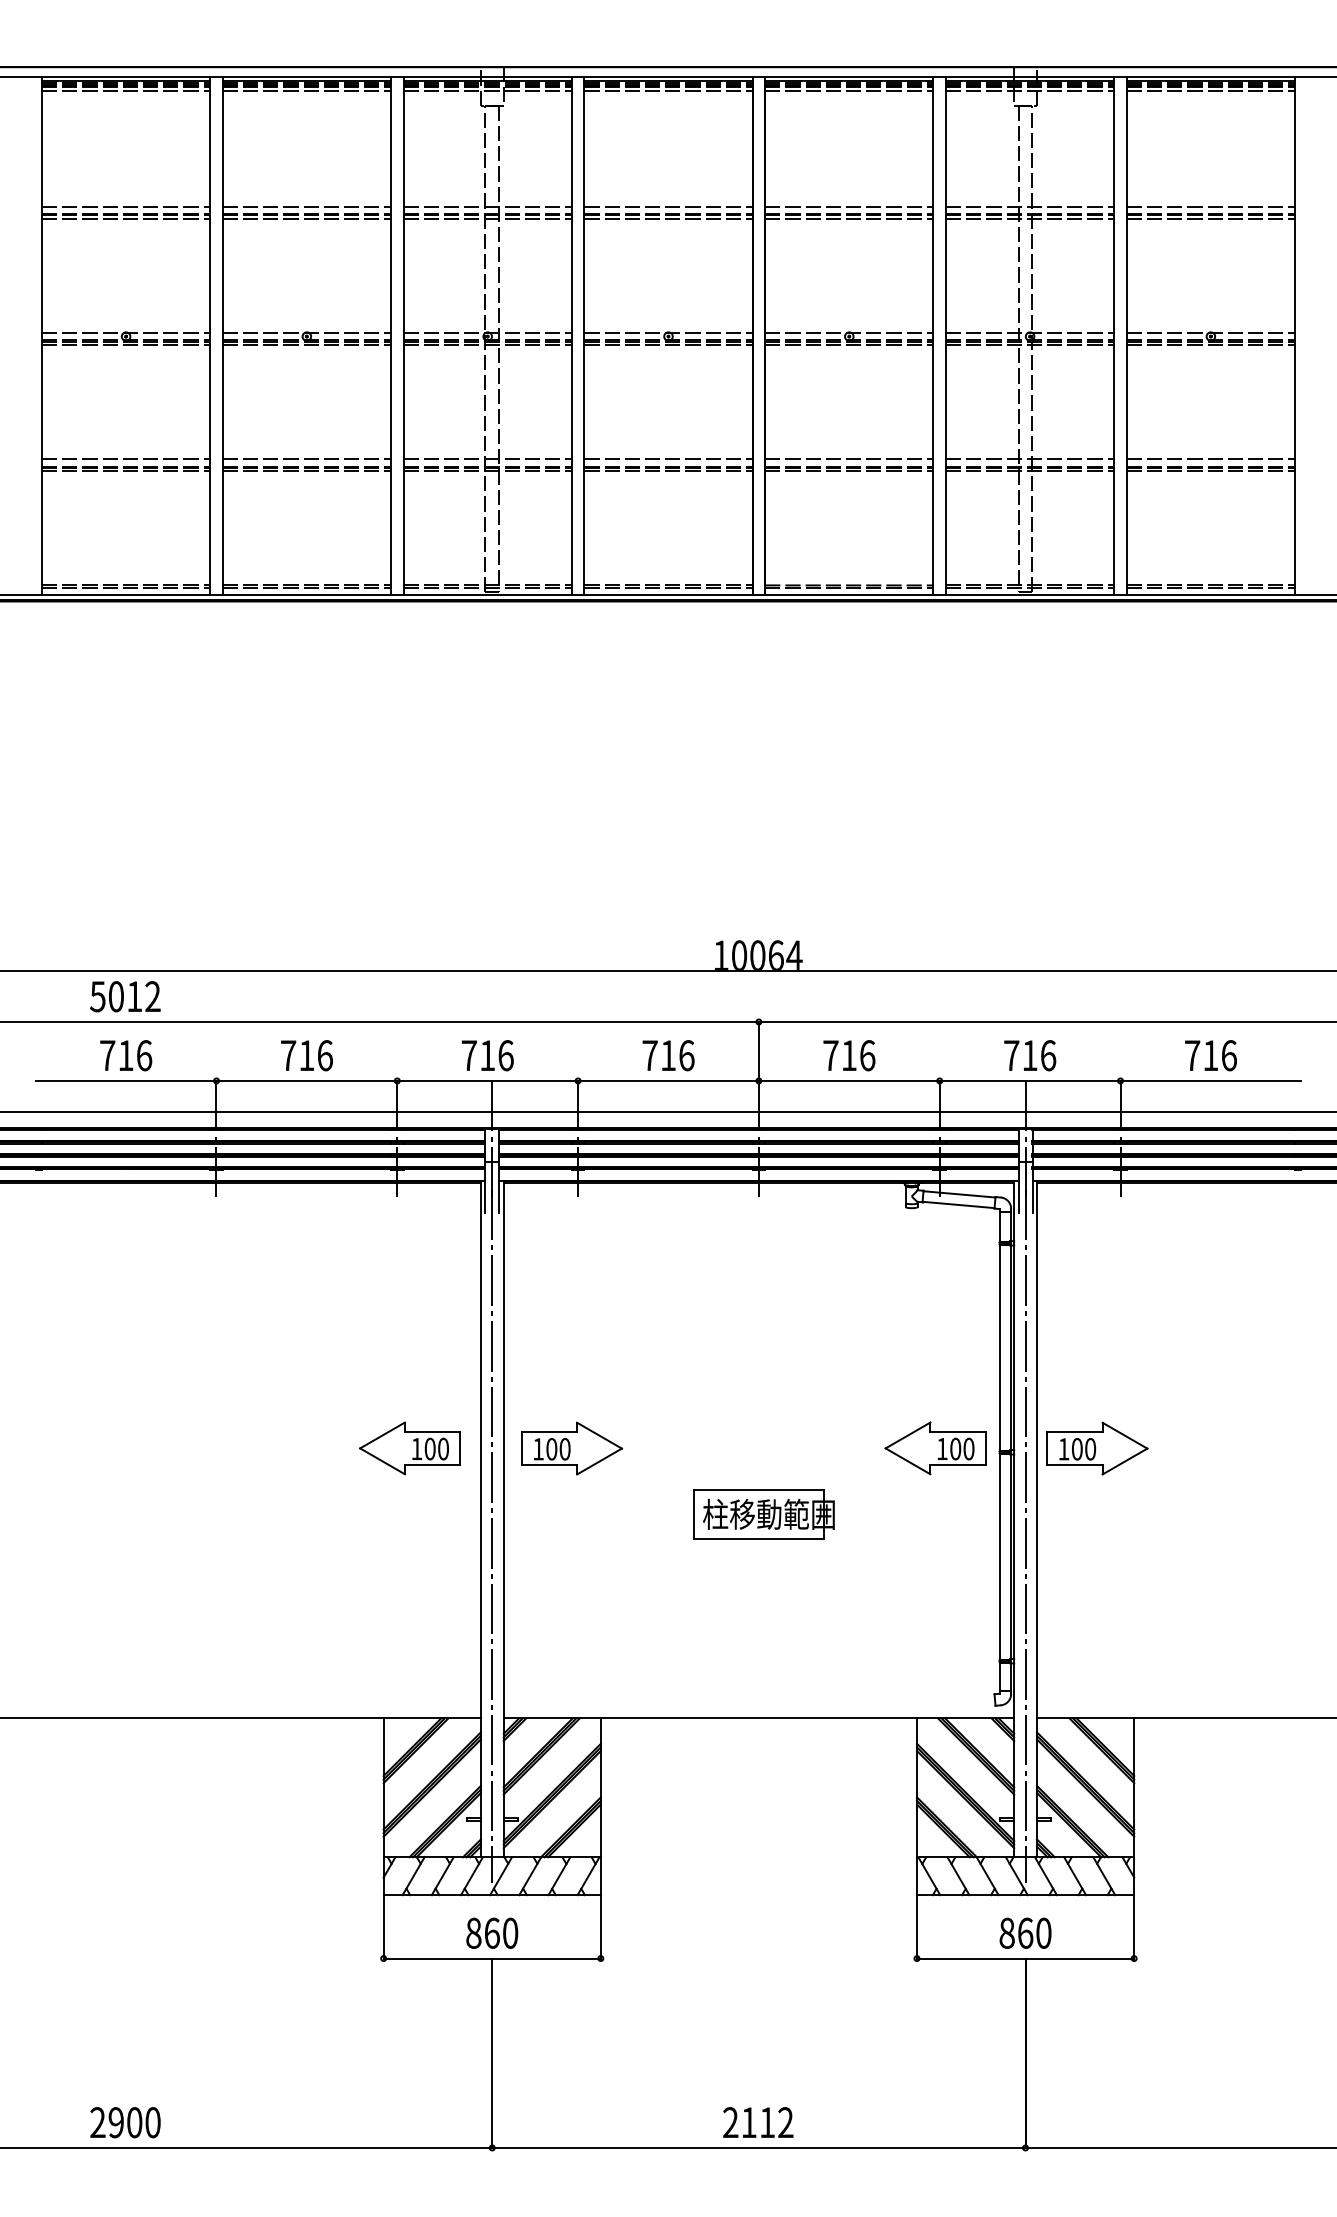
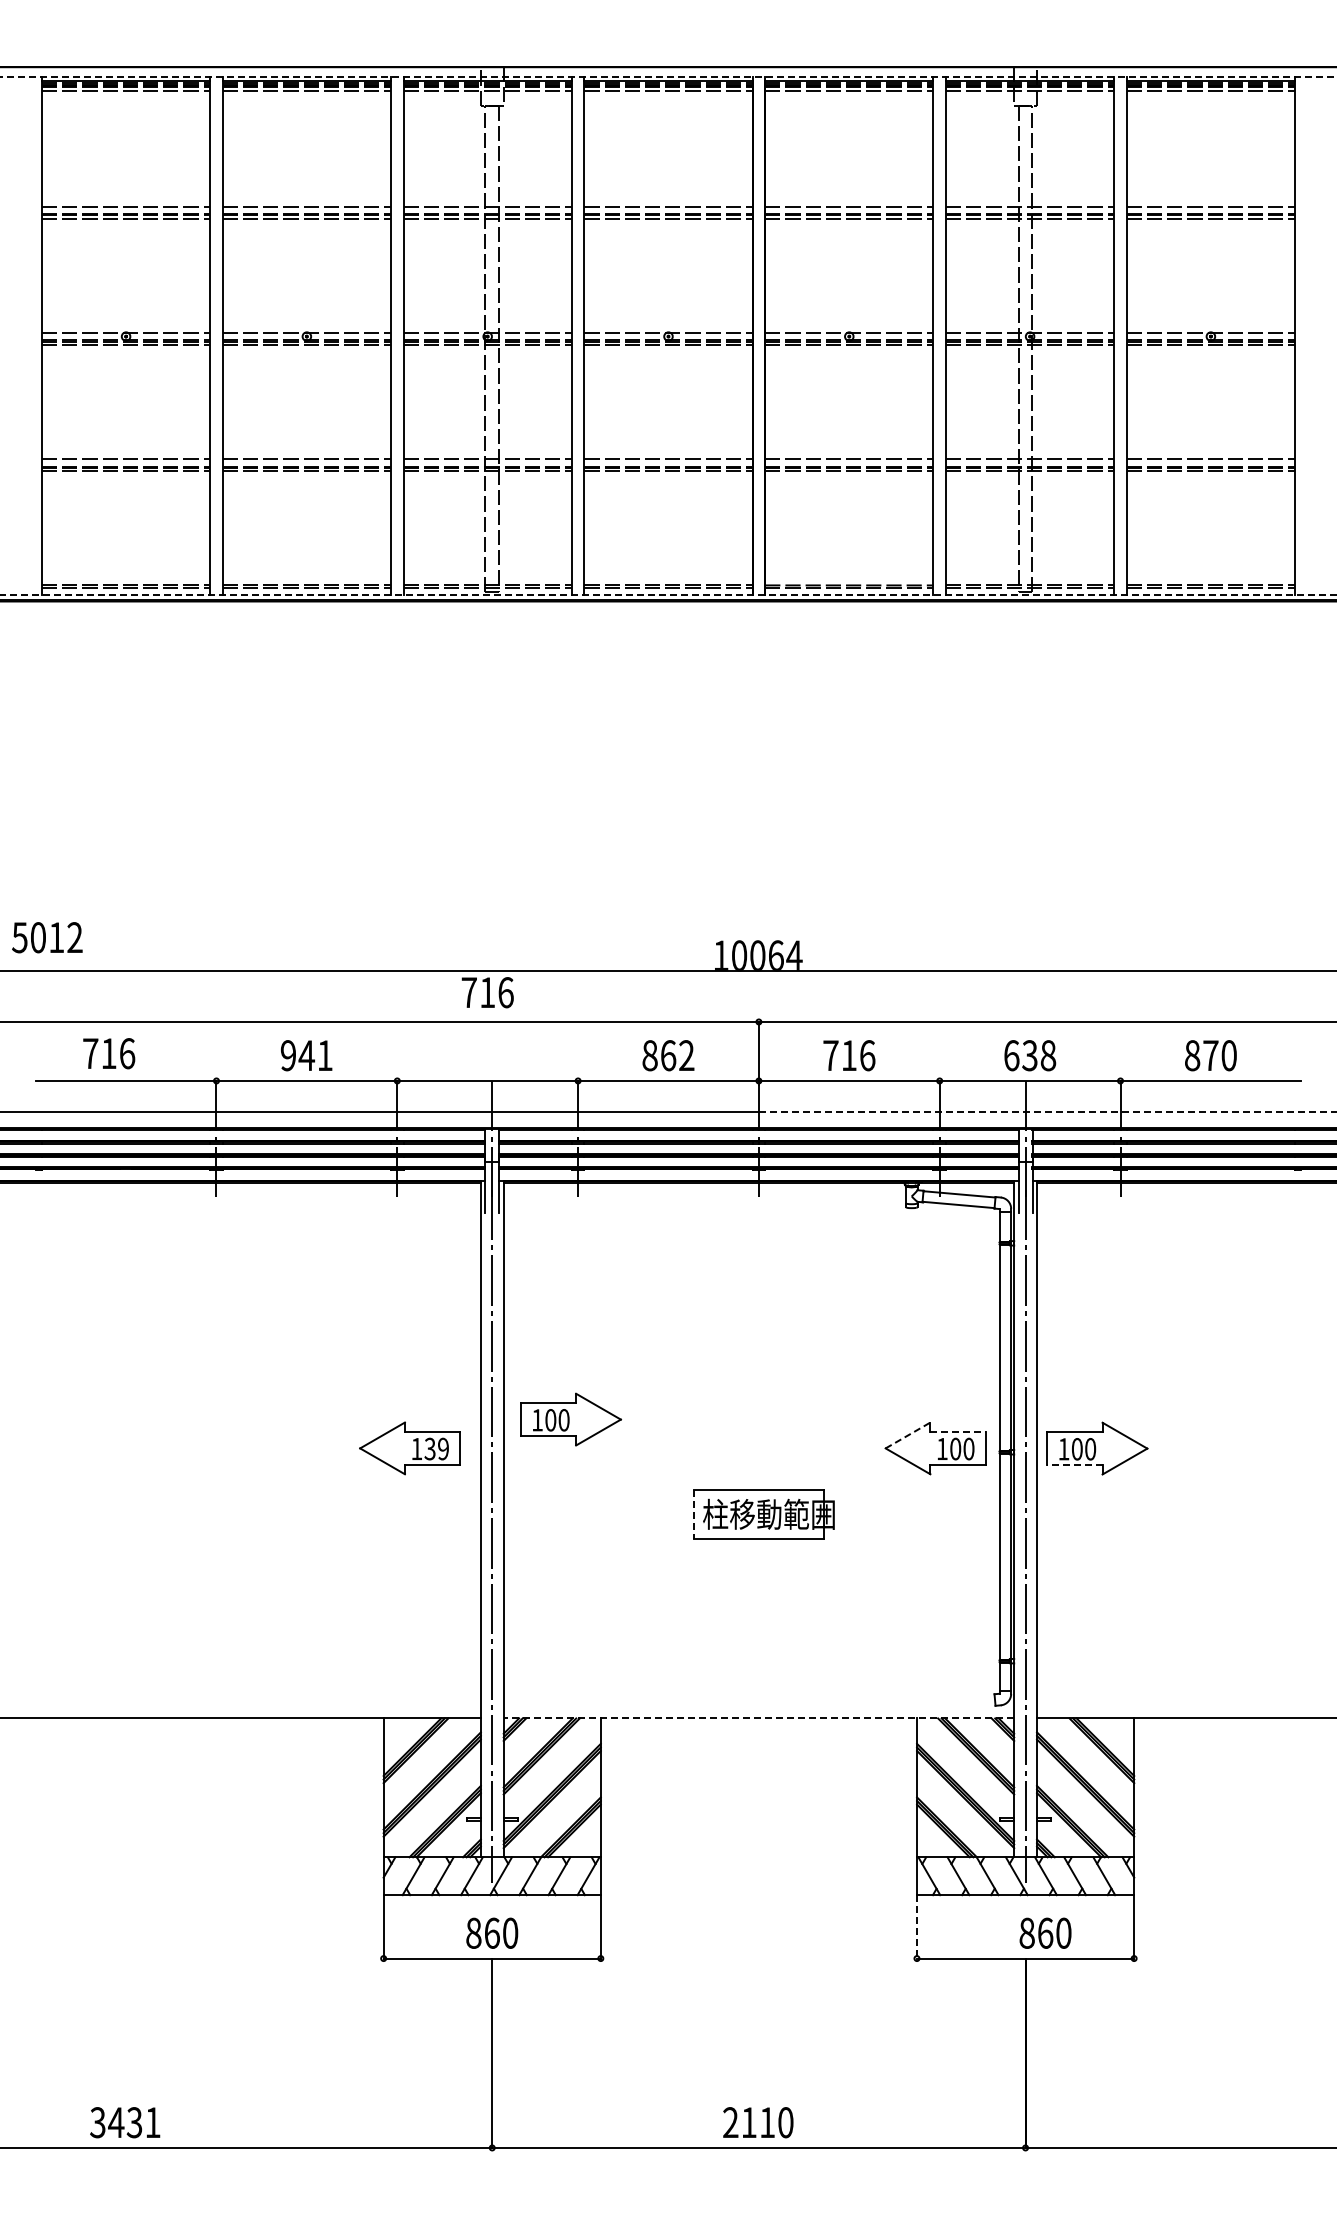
line at (668, 76): solid -> dashed
line at (668, 594): solid -> dashed
text at (125, 996) position: (125, 996) -> (47, 937)
text at (126, 1055) position: (126, 1055) -> (109, 1053)
text at (306, 1055): 716 -> 941
text at (487, 1055) position: (487, 1055) -> (487, 992)
text at (668, 1055): 716 -> 862
text at (1030, 1055): 716 -> 638
text at (1210, 1055): 716 -> 870
line at (1047, 1111): solid -> dashed
line at (958, 1431): solid -> dashed
line at (908, 1435): solid -> dashed
text at (436, 1448): 100 -> 139
part at (571, 1448) position: (571, 1448) -> (570, 1419)
line at (1074, 1465): solid -> dashed
line at (694, 1515): solid -> dashed
line at (758, 1718): solid -> dashed
line at (916, 1927): solid -> dashed
text at (1025, 1932) position: (1025, 1932) -> (1045, 1932)
text at (125, 2122): 2900 -> 3431
text at (785, 2122): 2112 -> 2110
